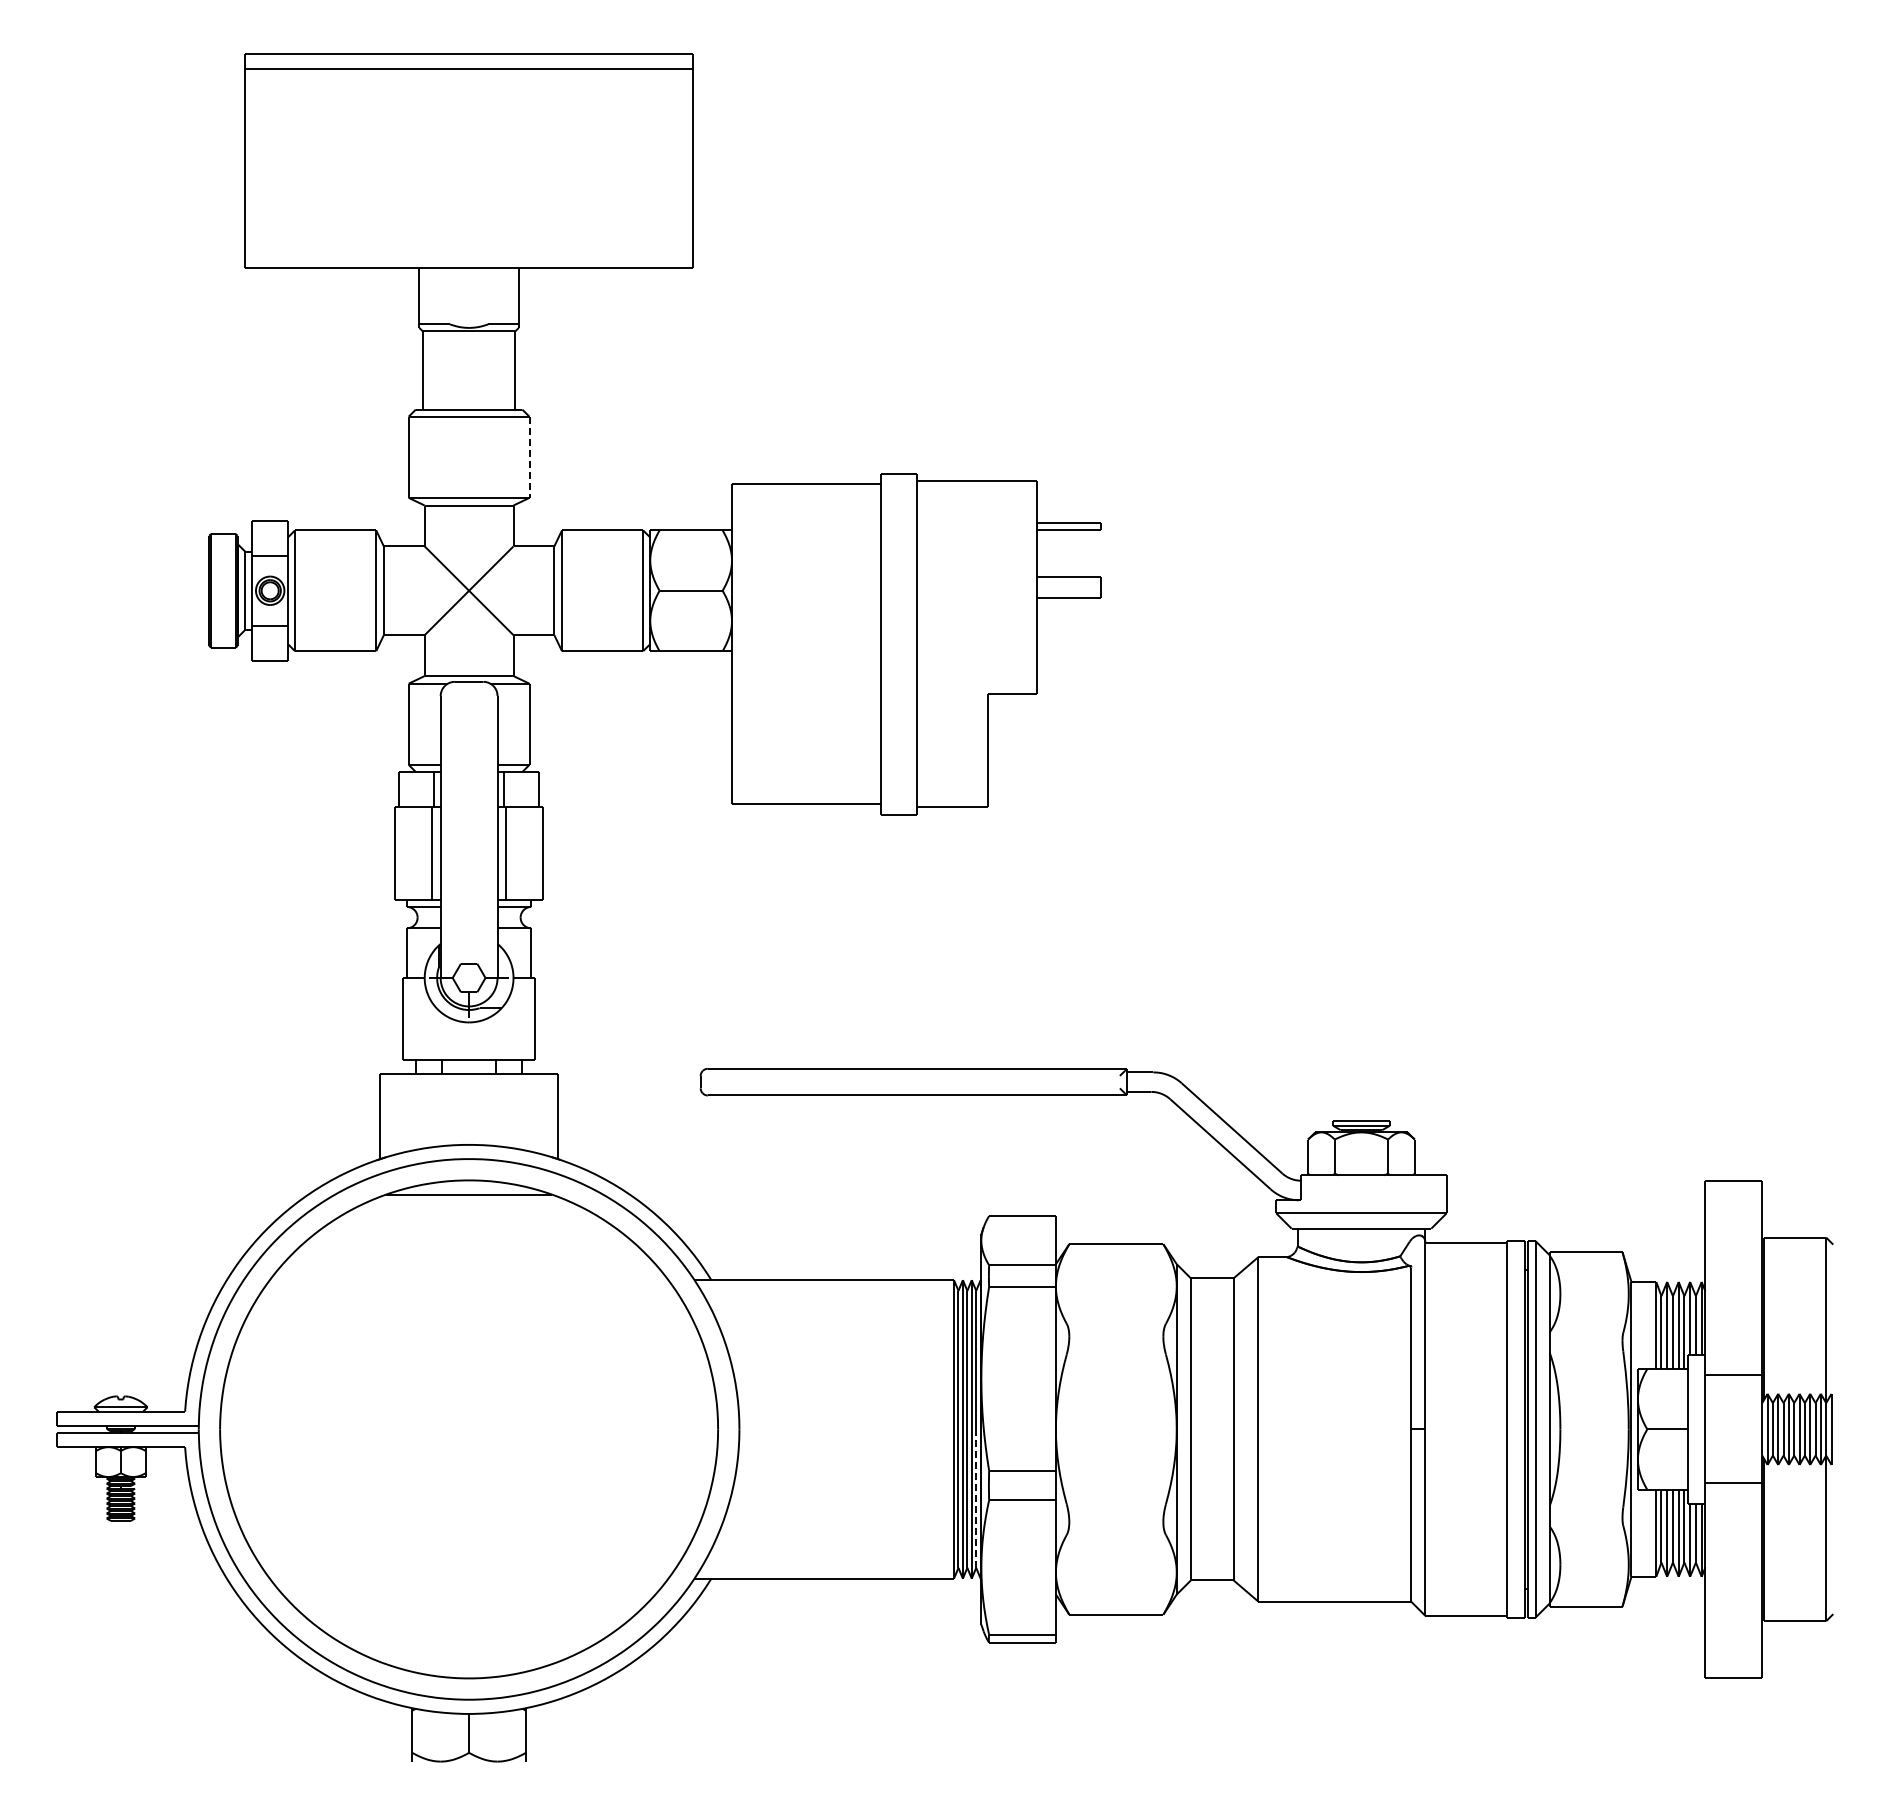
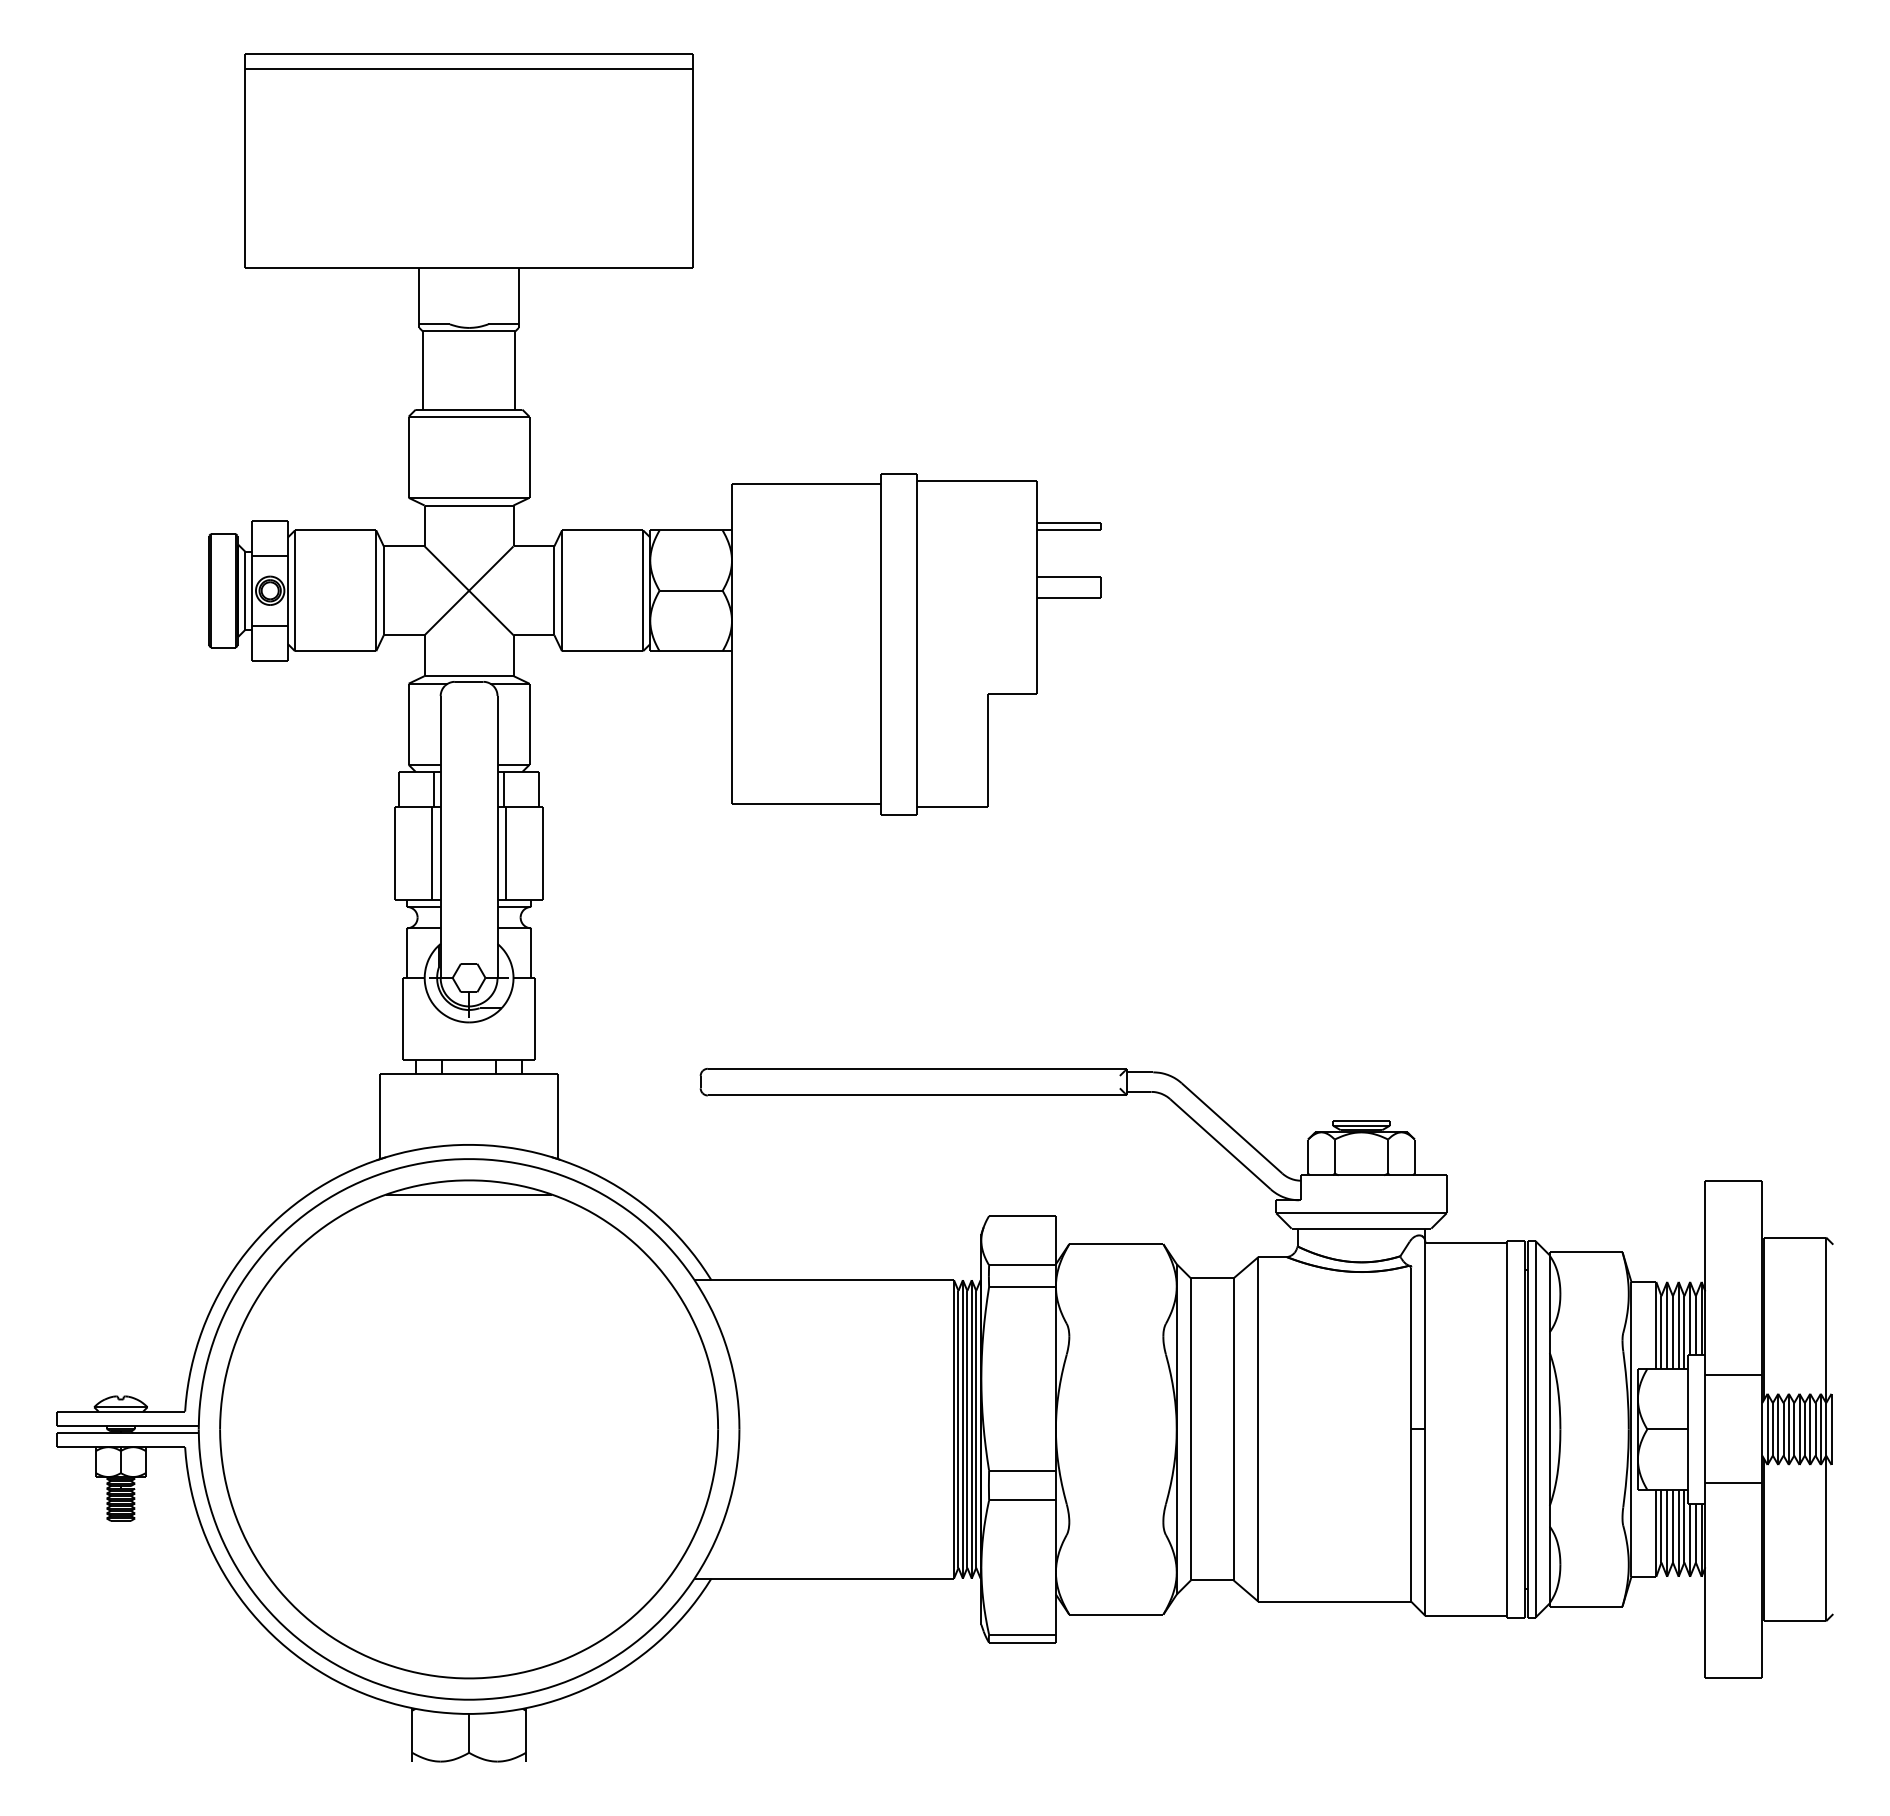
line at (529, 457): dashed -> solid
line at (976, 1499): dashed -> solid
